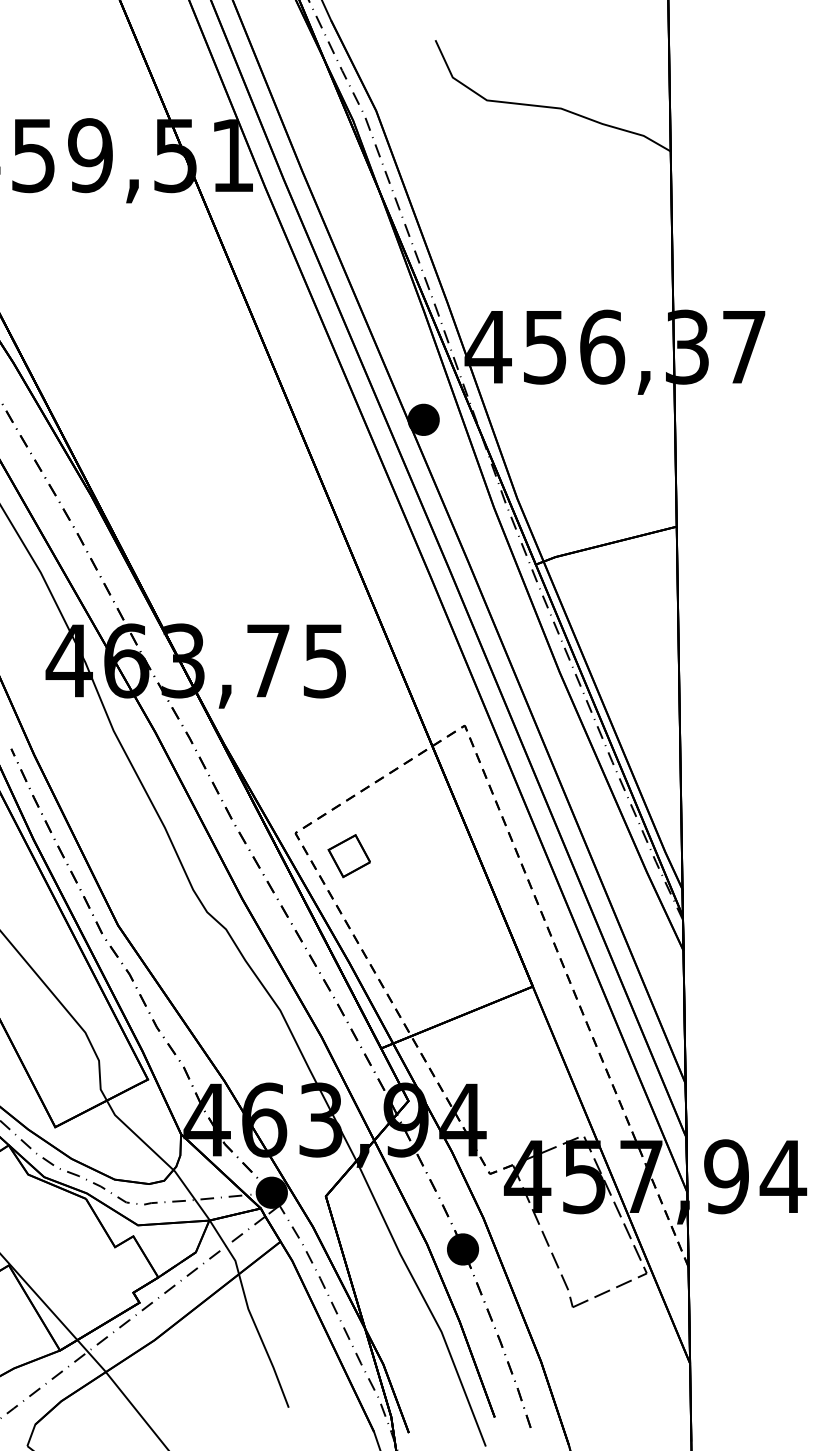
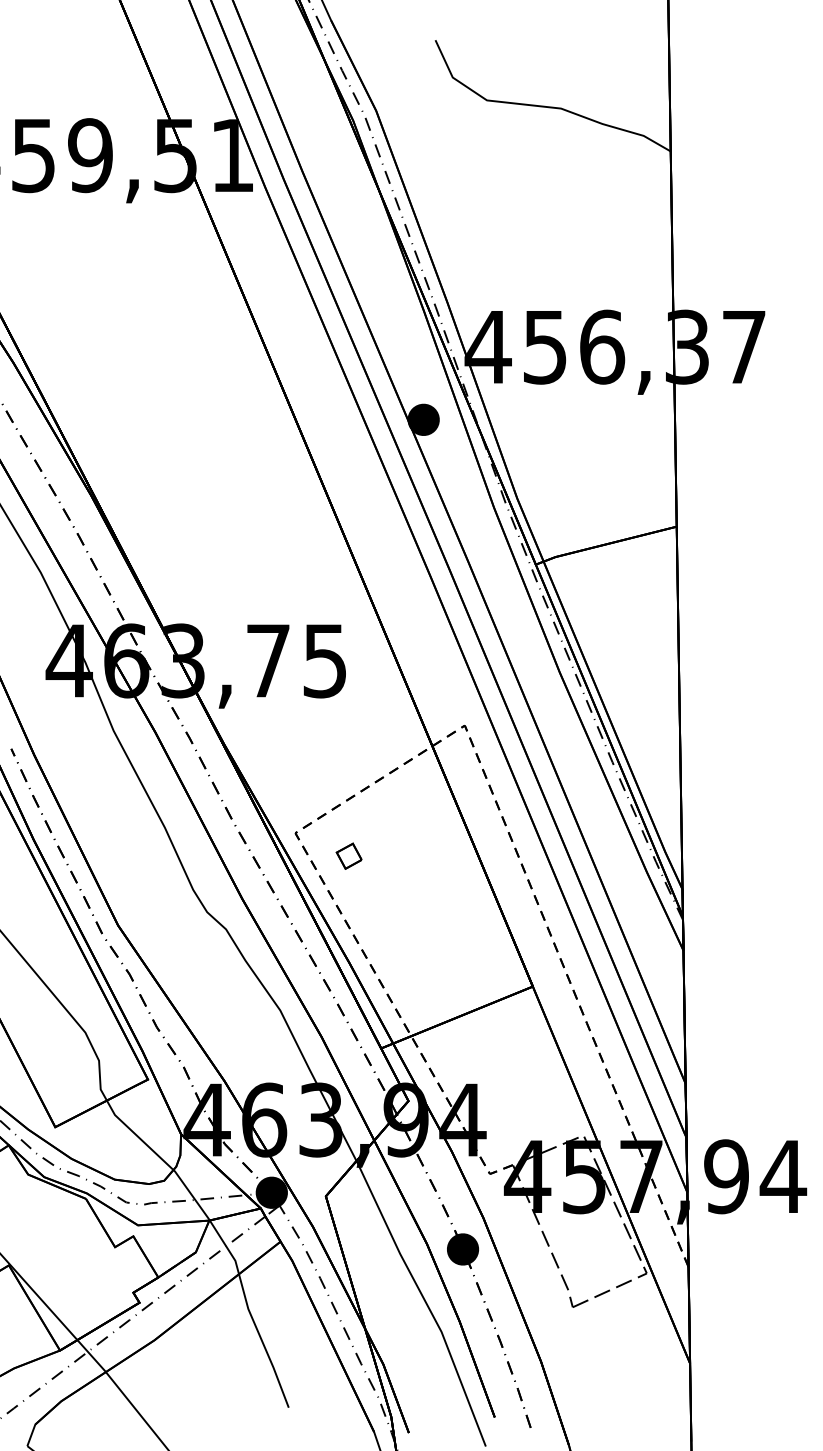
part at (348, 856) size: 44x45 px -> 28x28 px
